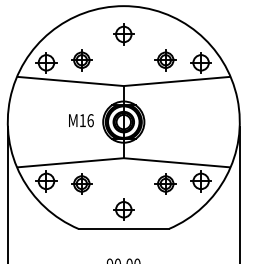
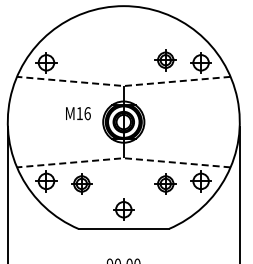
part at (123, 34): present -> none
part at (81, 60): present -> none
line at (123, 86): solid -> dashed
text at (81, 120) position: (81, 120) -> (78, 113)
line at (123, 158): solid -> dashed
